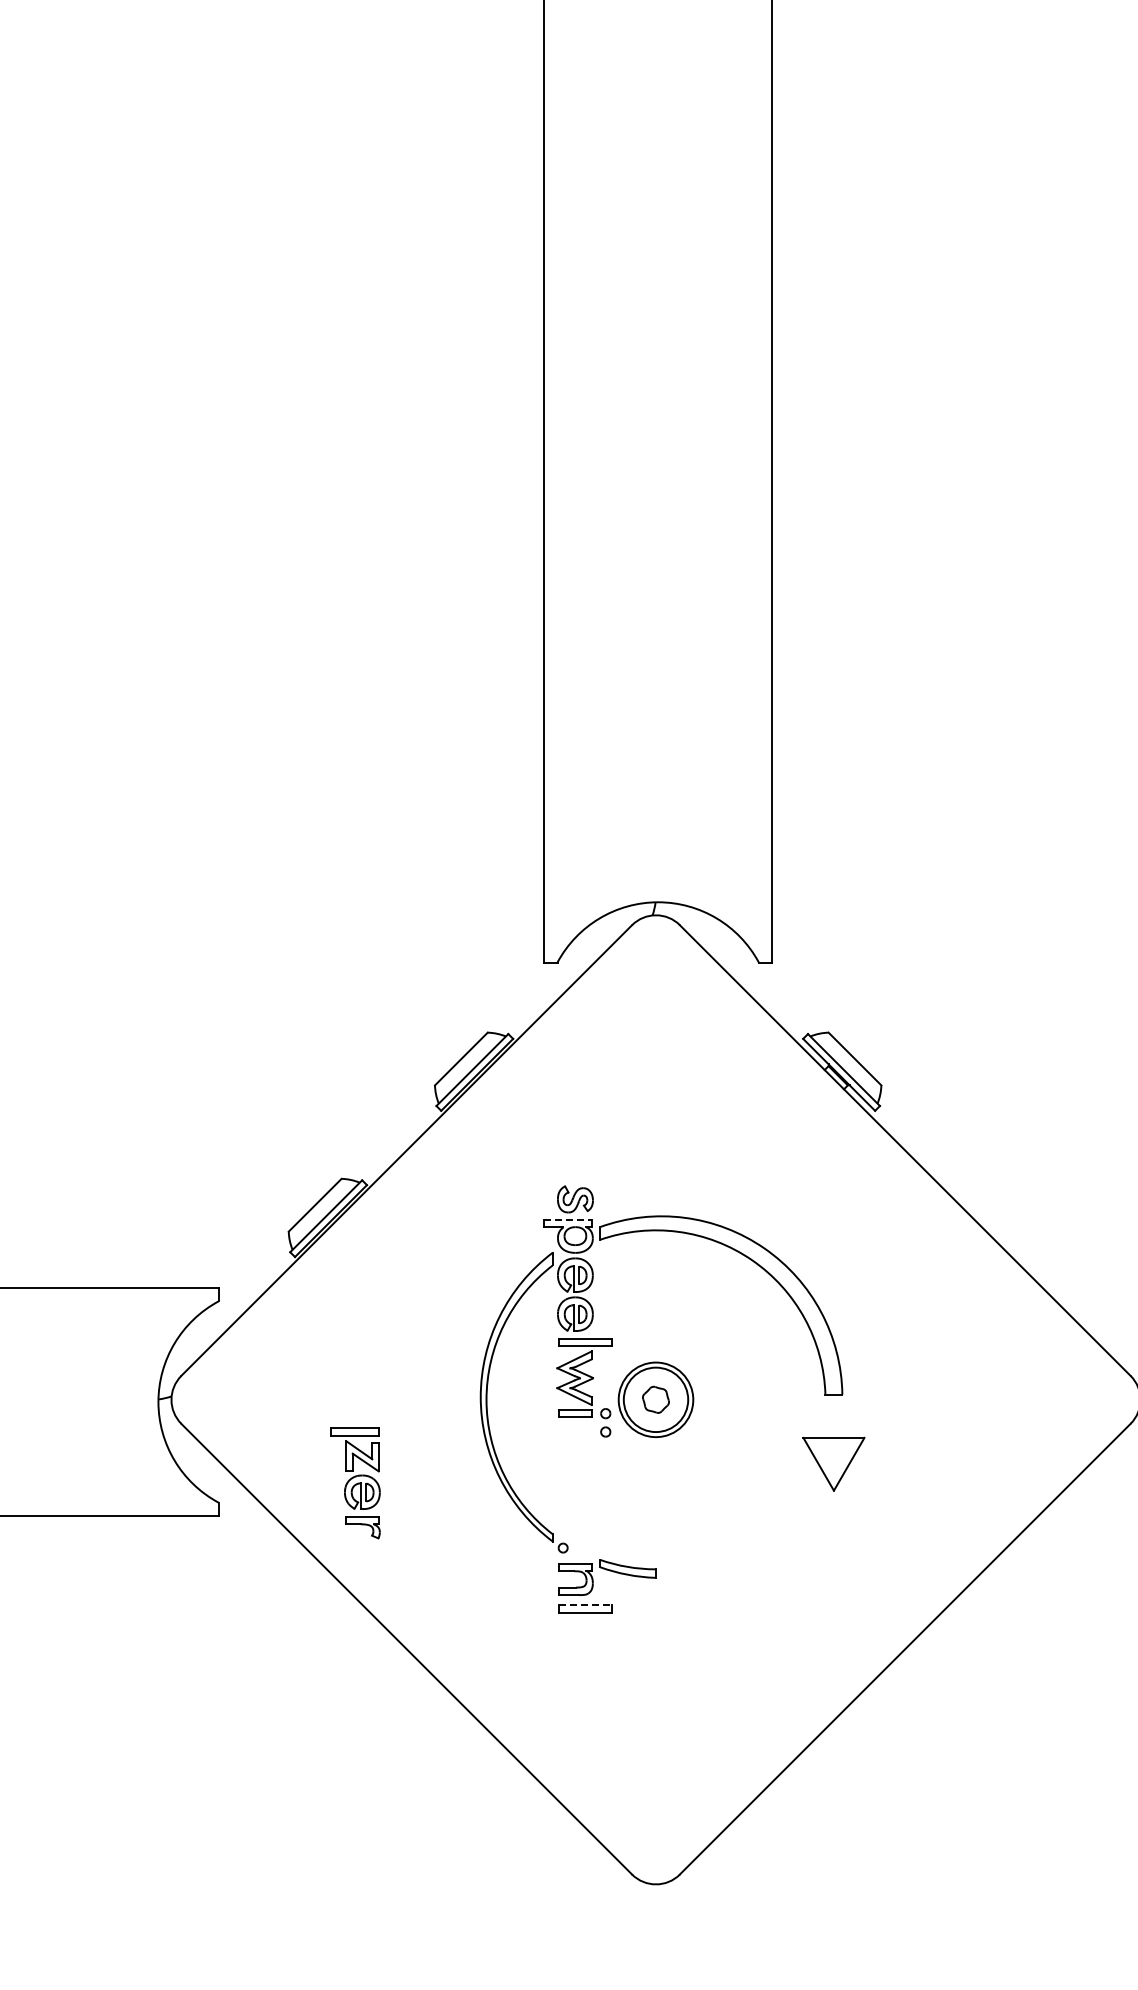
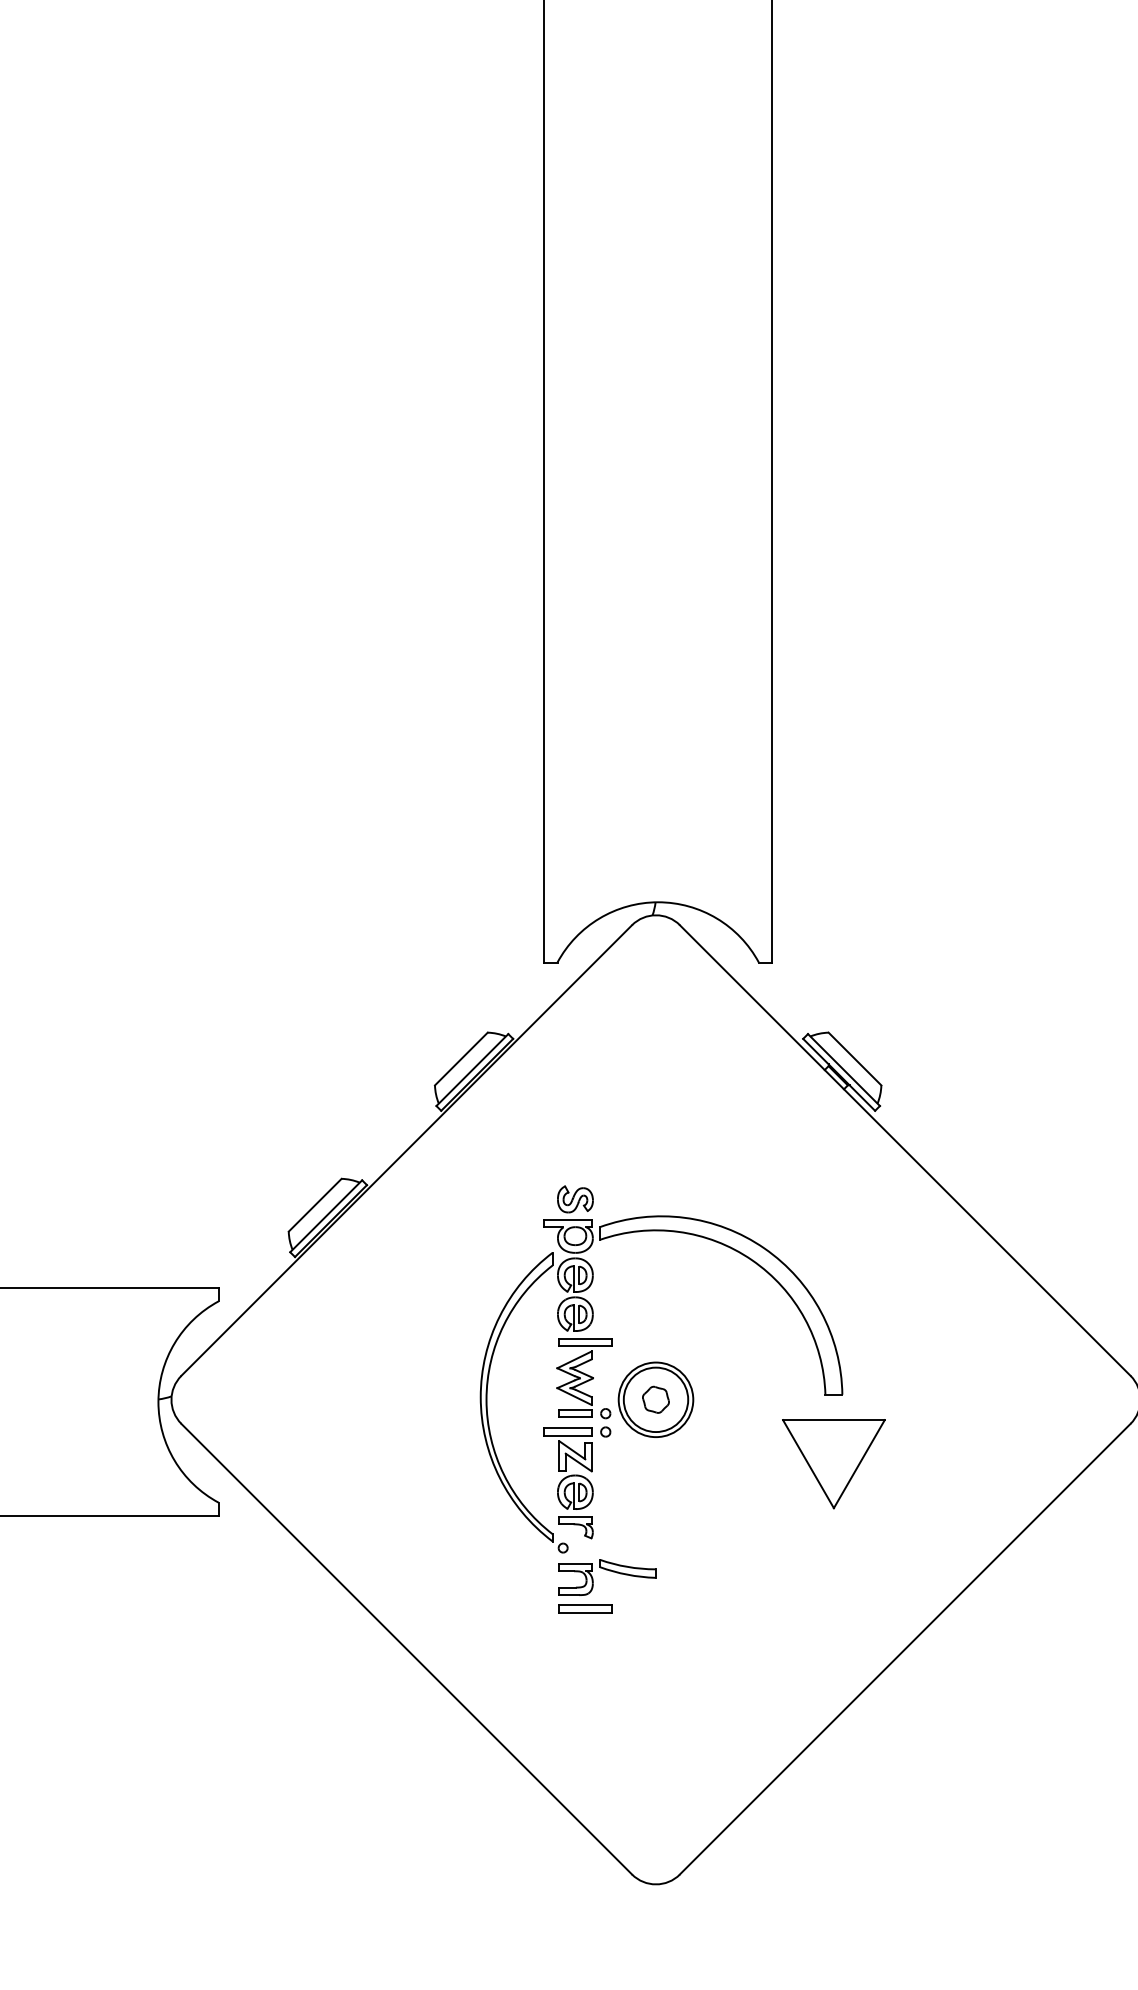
line at (567, 1219): dashed -> solid
part at (833, 1463) size: 64x56 px -> 104x91 px
part at (355, 1483) position: (355, 1483) -> (568, 1483)
line at (585, 1605): dashed -> solid
